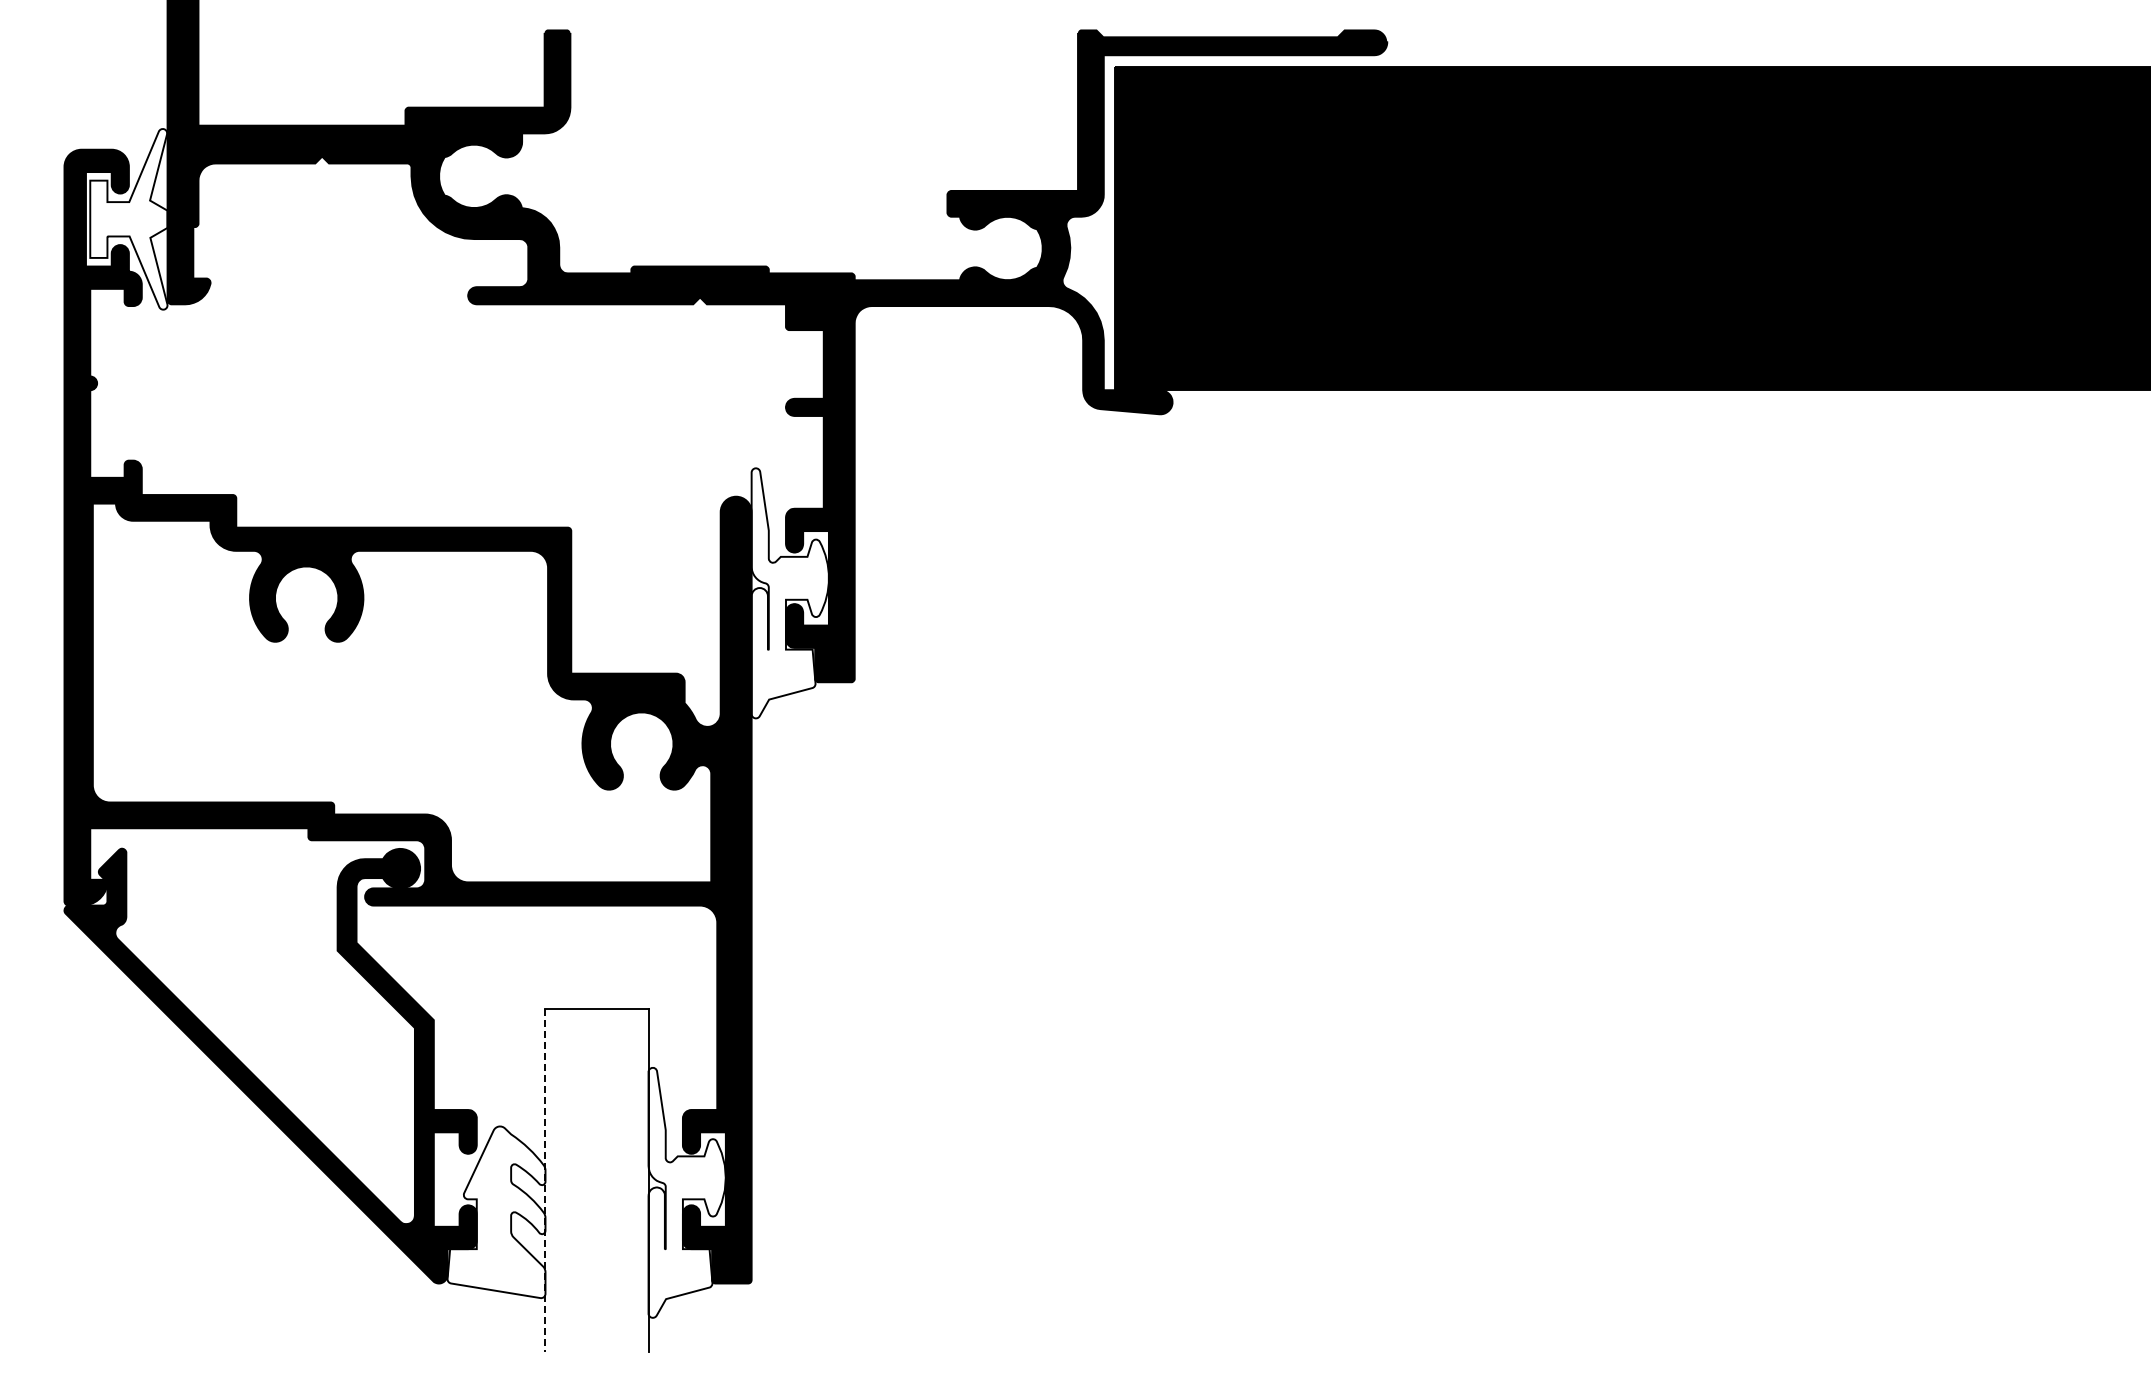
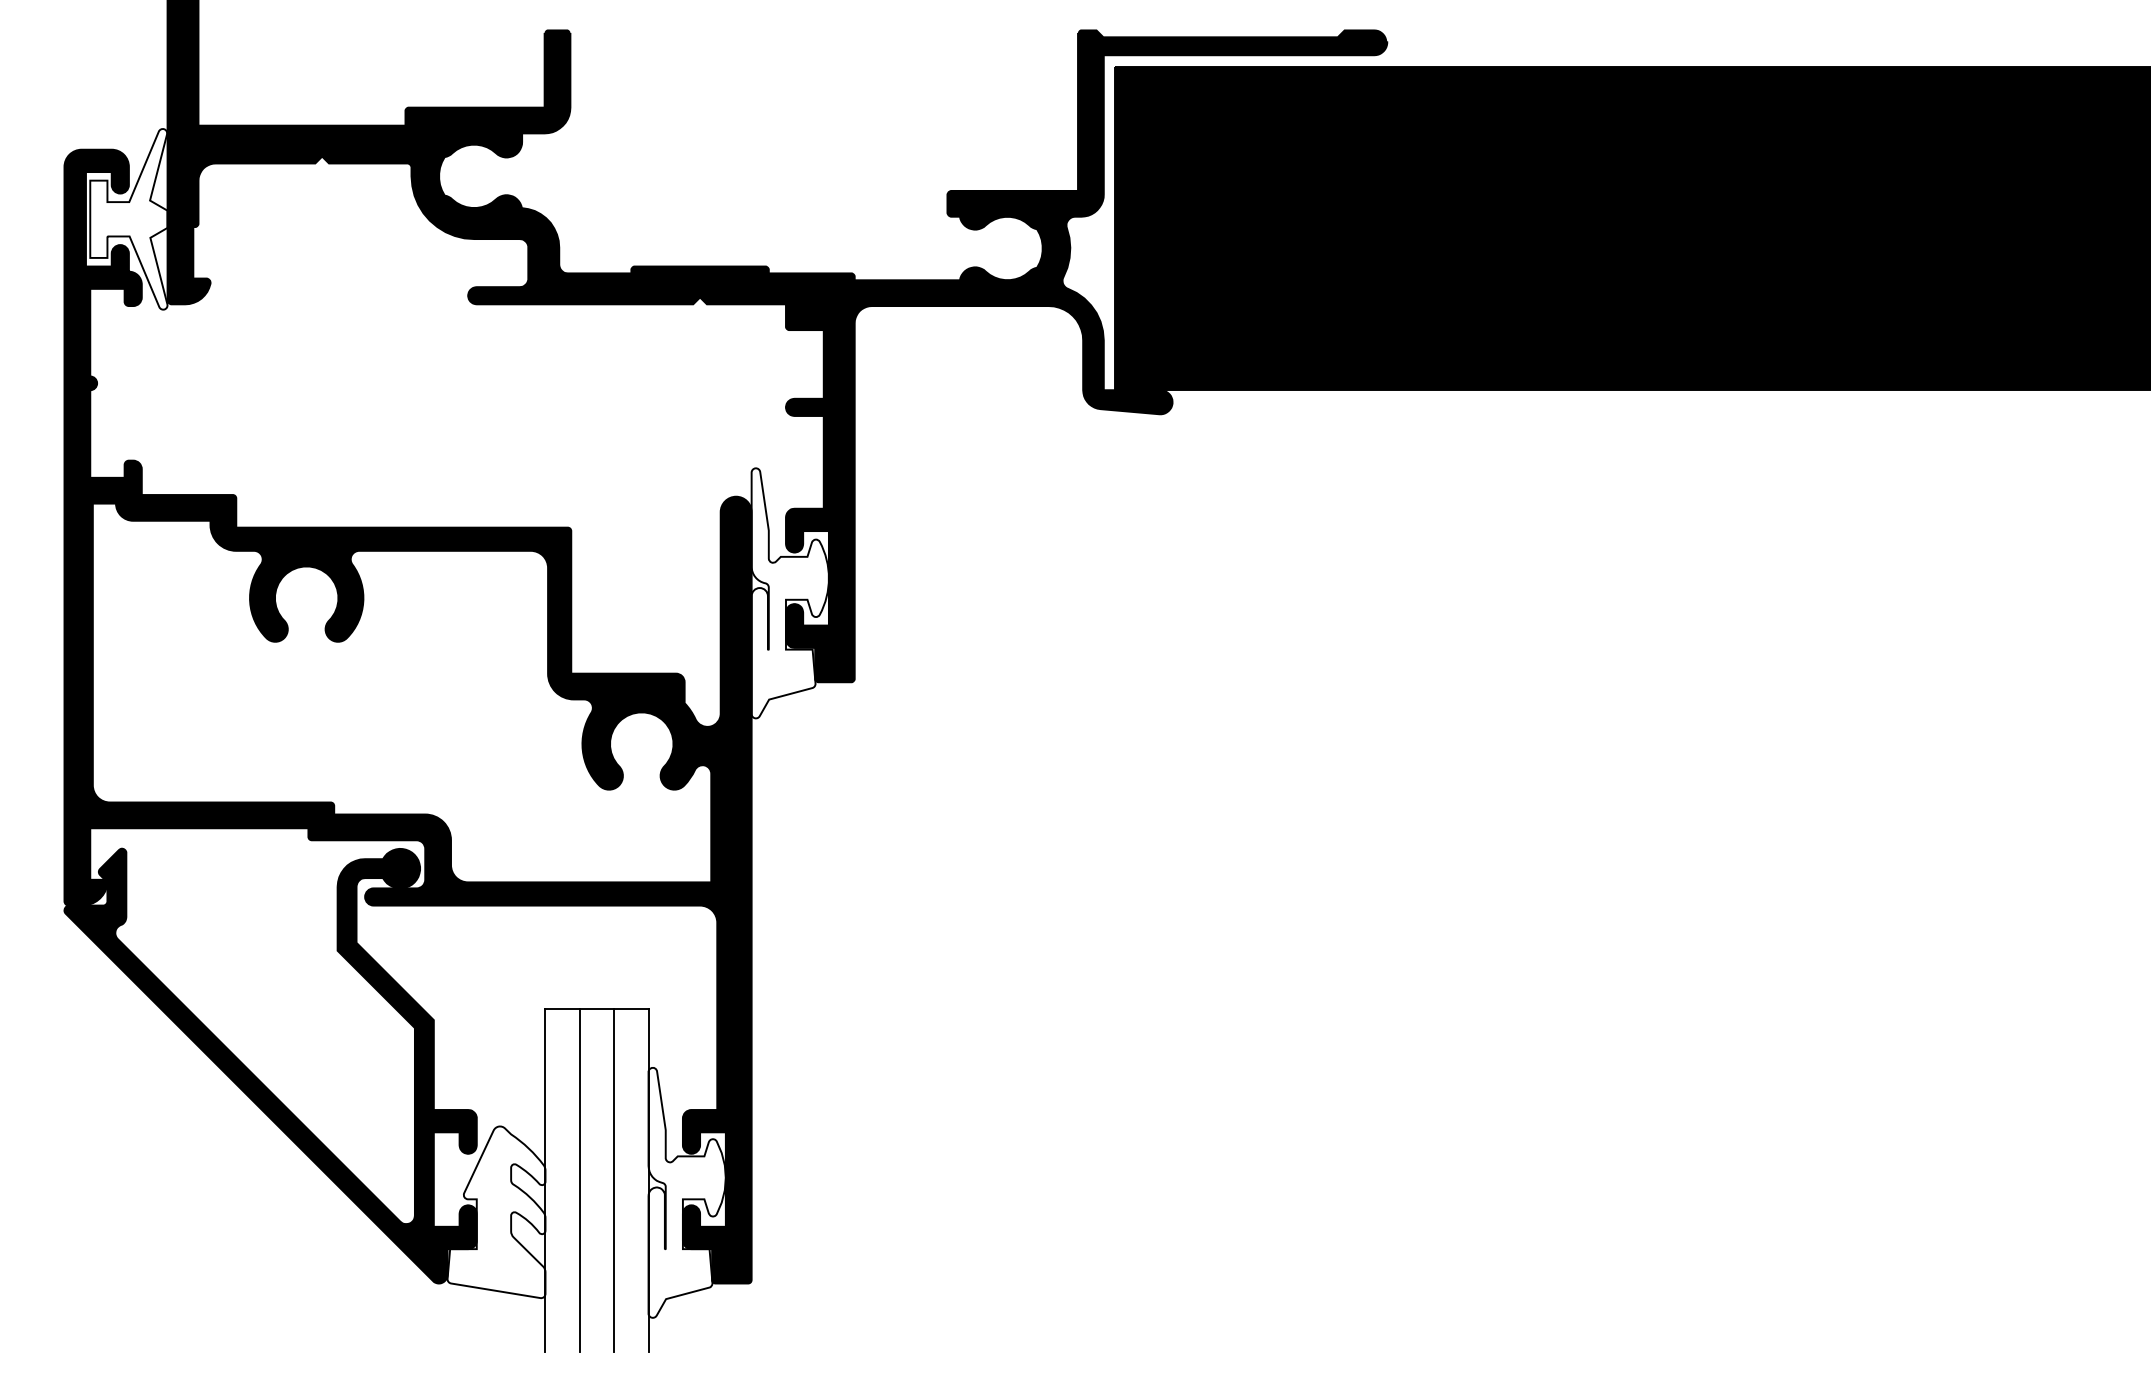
line at (545, 1180): dashed -> solid
line at (579, 1180): none -> present
line at (614, 1180): none -> present
